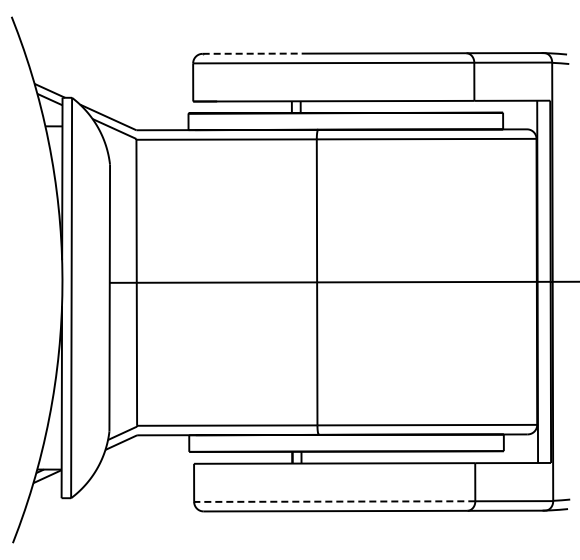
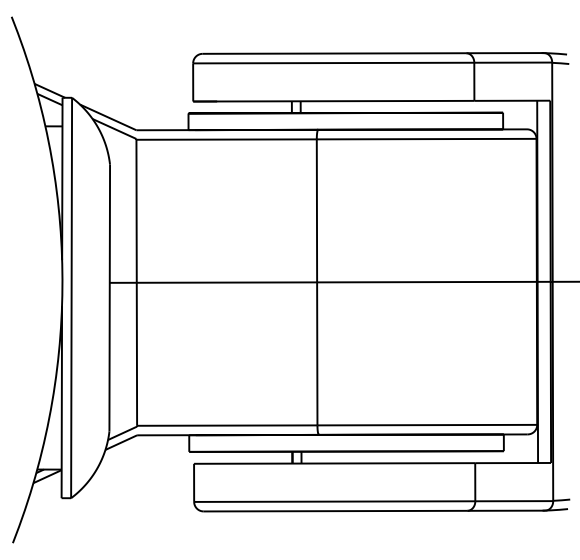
line at (252, 53): dashed -> solid
line at (333, 501): dashed -> solid
